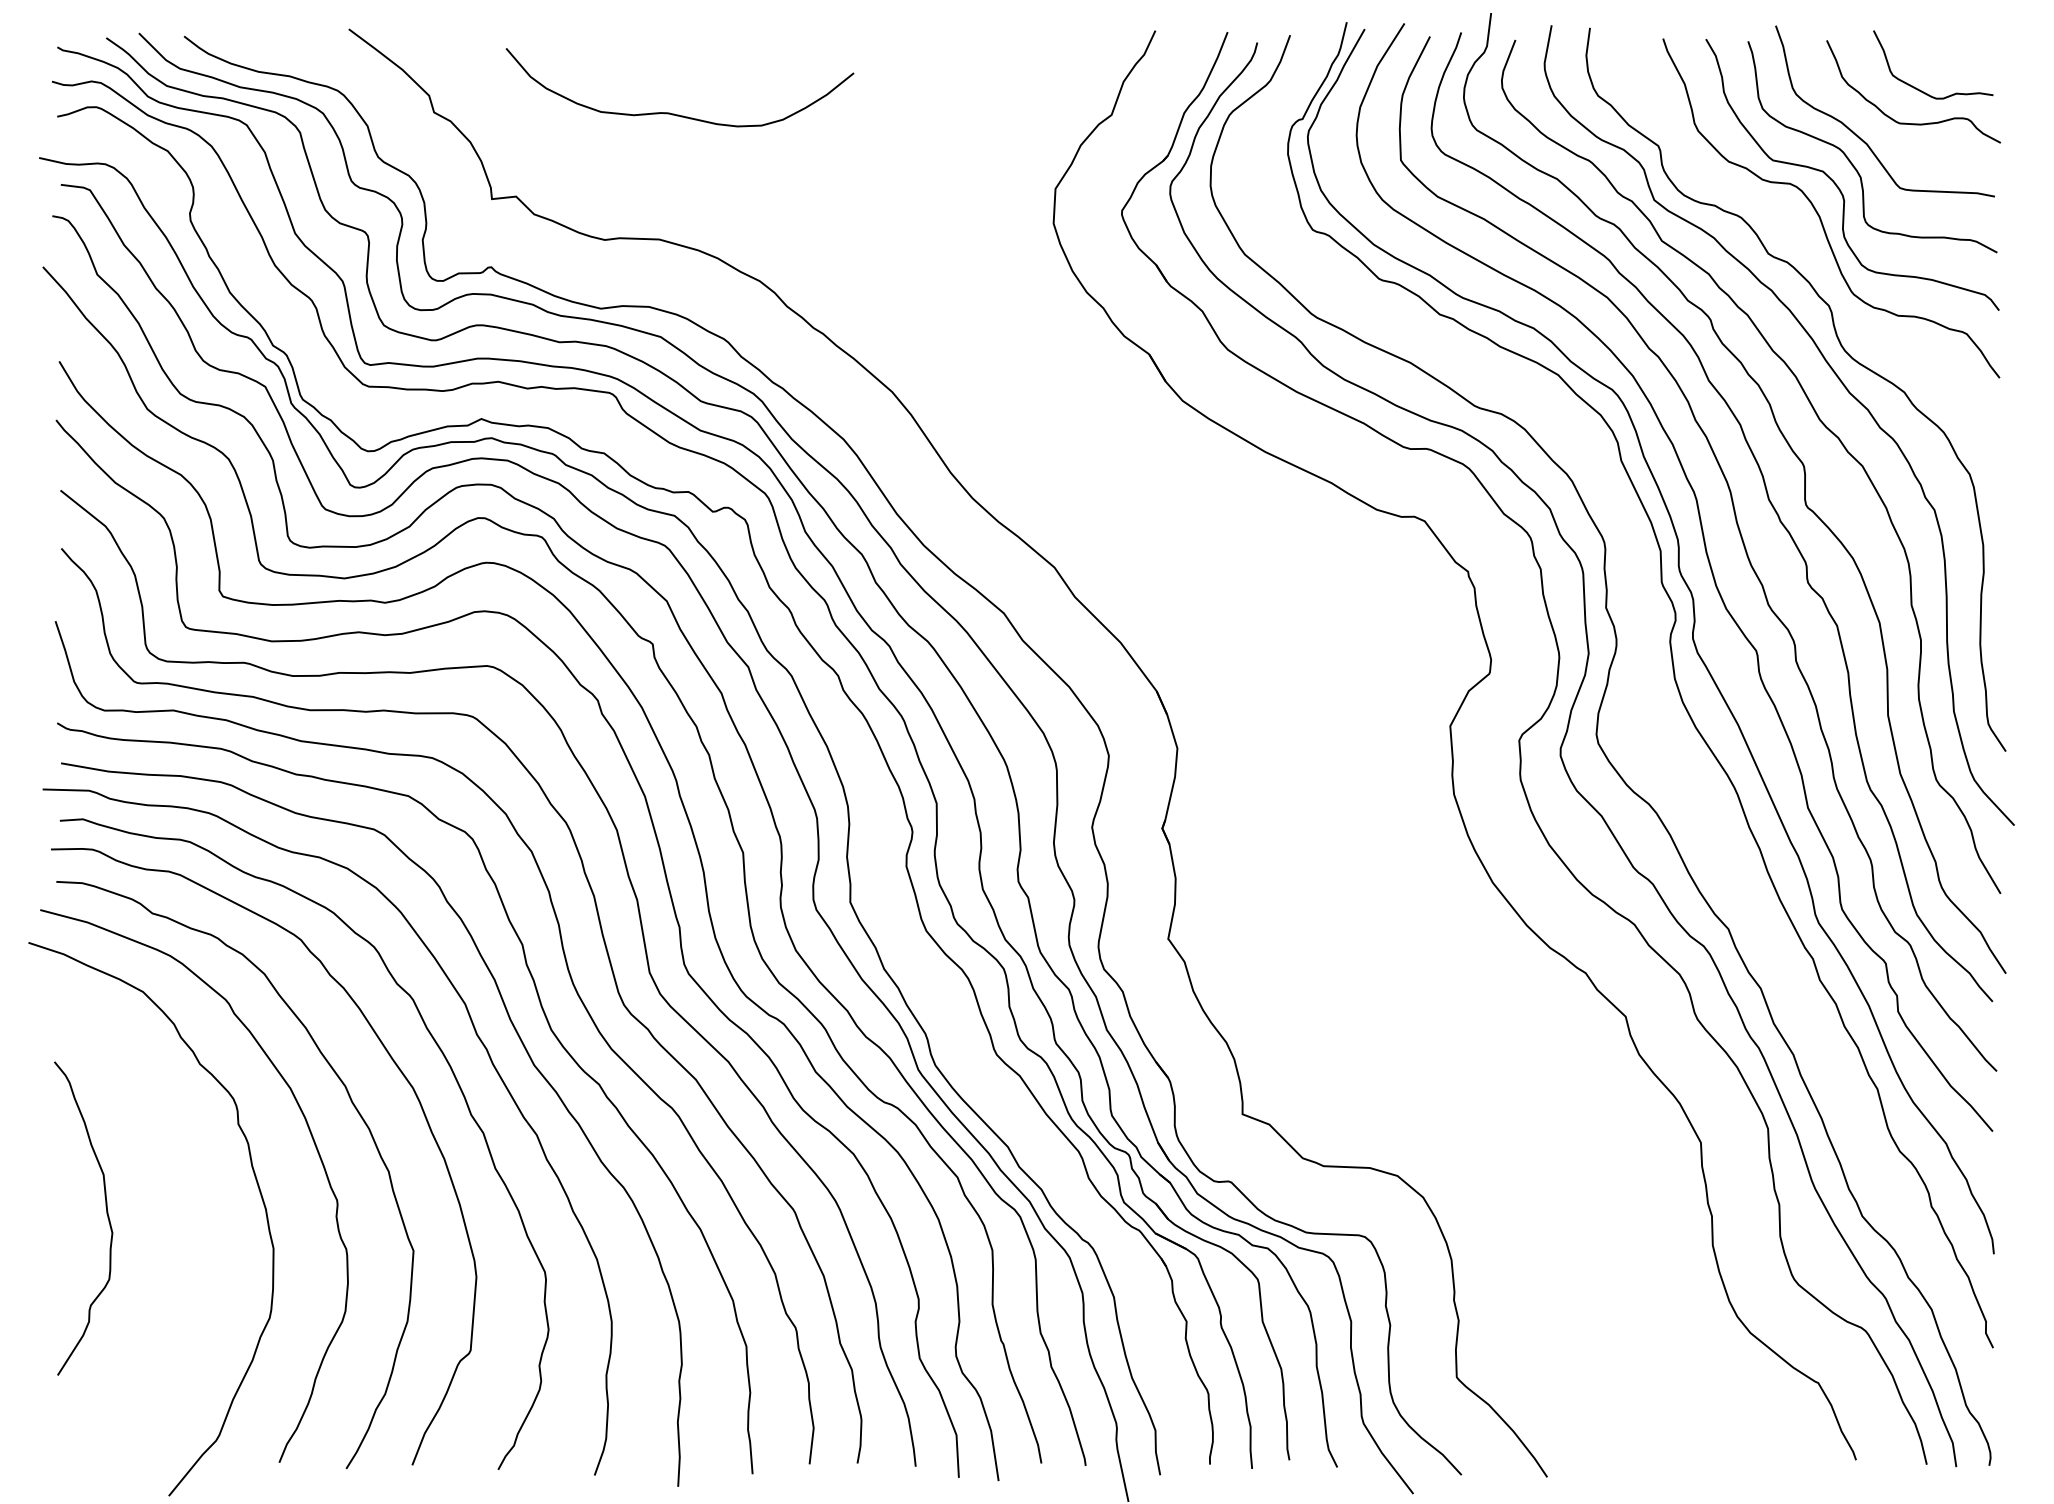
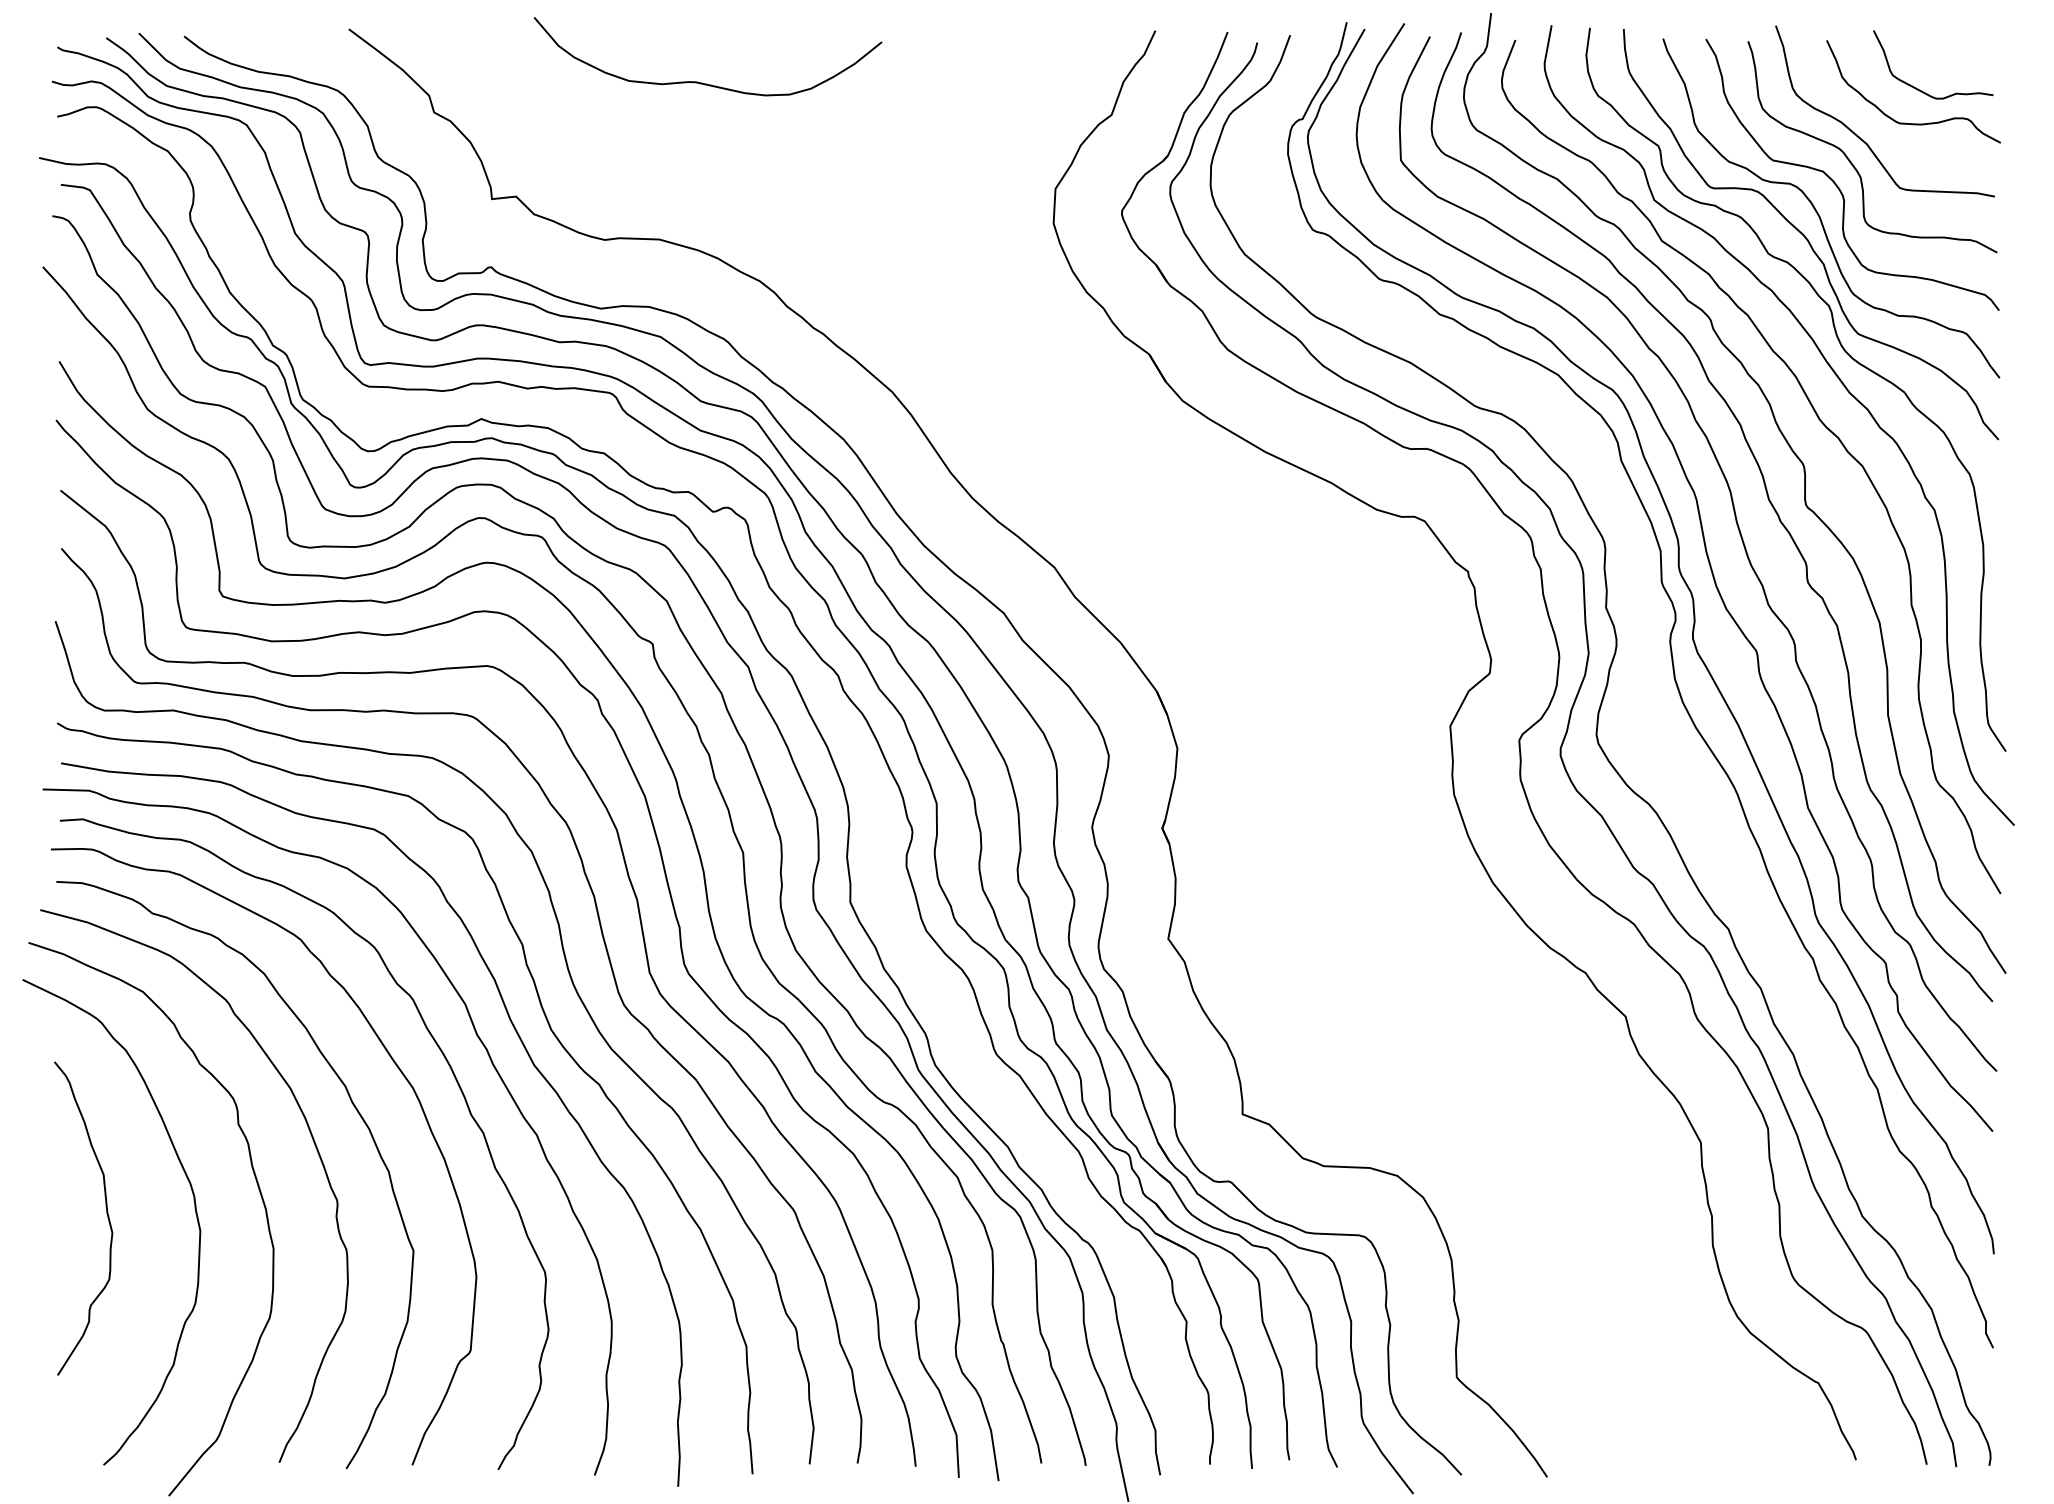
curve at (674, 113) position: (674, 113) -> (702, 82)
curve at (1807, 238): none -> present
curve at (194, 1208): none -> present
